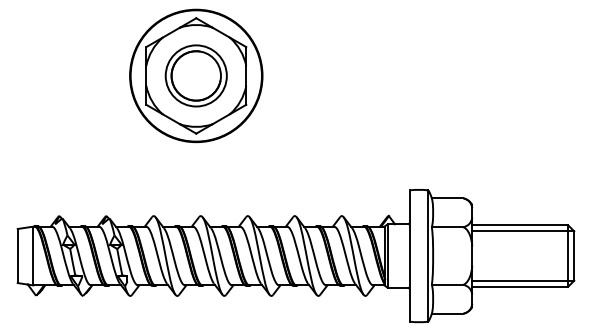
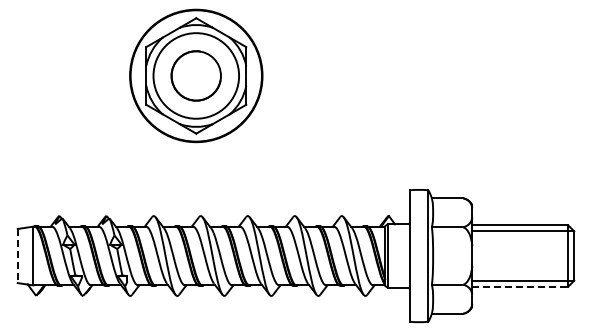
circle at (195, 75) diameter: 61 px -> 86 px
line at (17, 256): solid -> dashed
line at (520, 286): solid -> dashed
